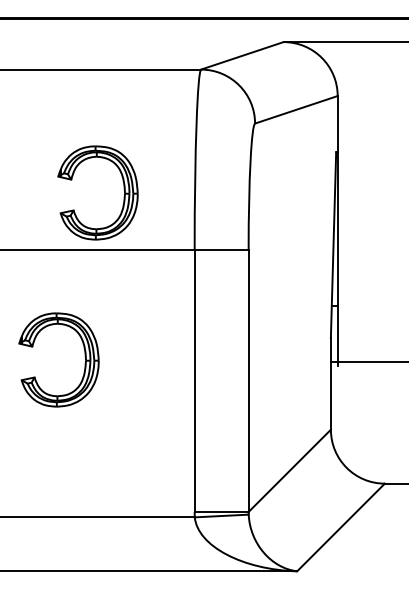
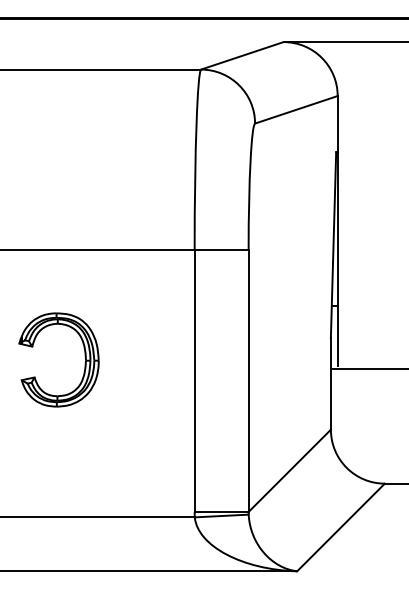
part at (123, 189): present -> none
line at (367, 361) position: (367, 361) -> (367, 368)
